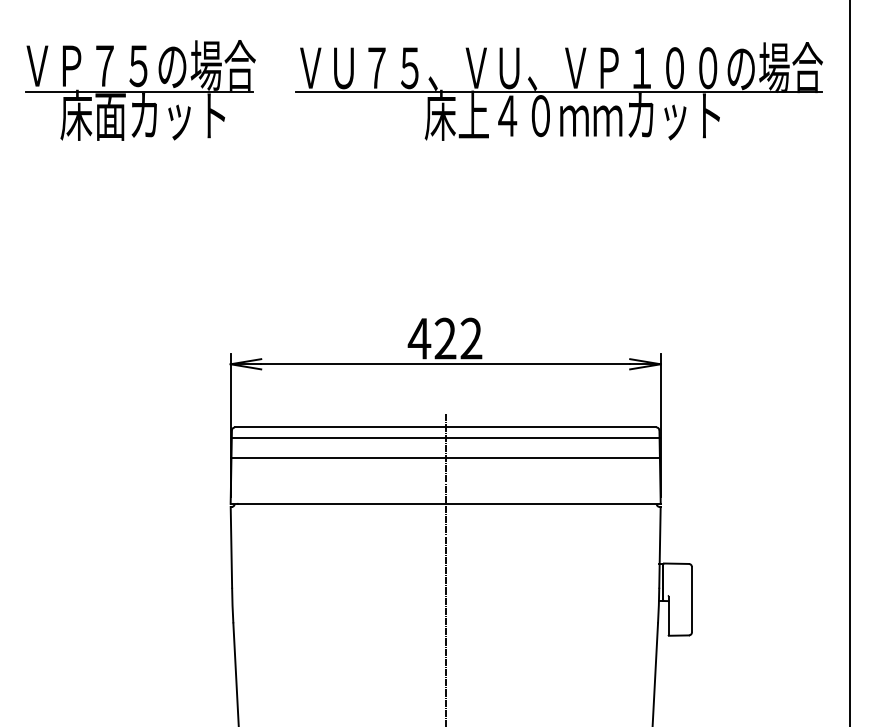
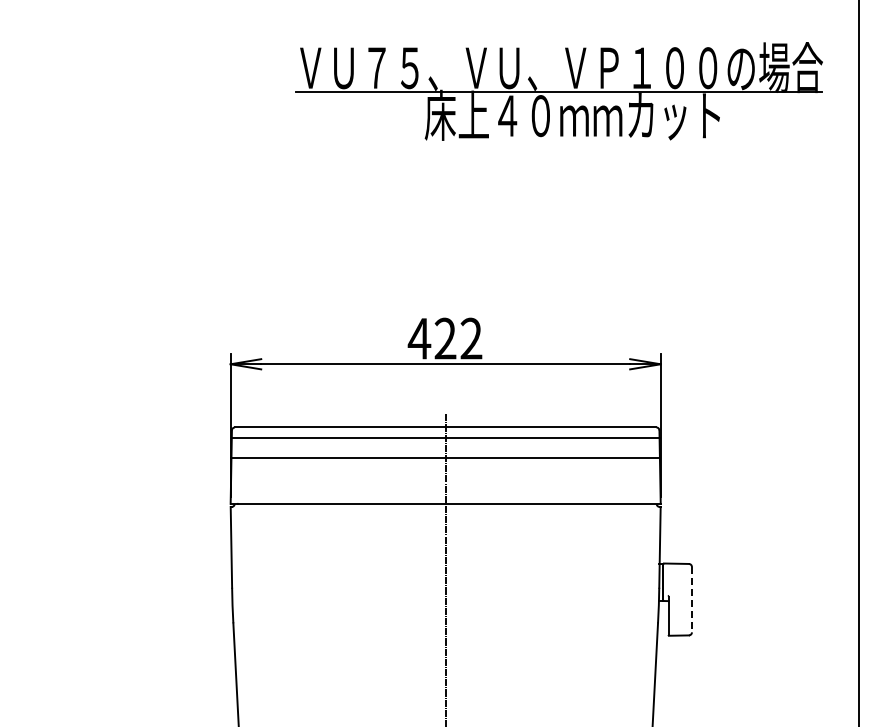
part at (140, 90): present -> none
line at (849, 362) position: (849, 362) -> (858, 362)
line at (691, 599): solid -> dashed
